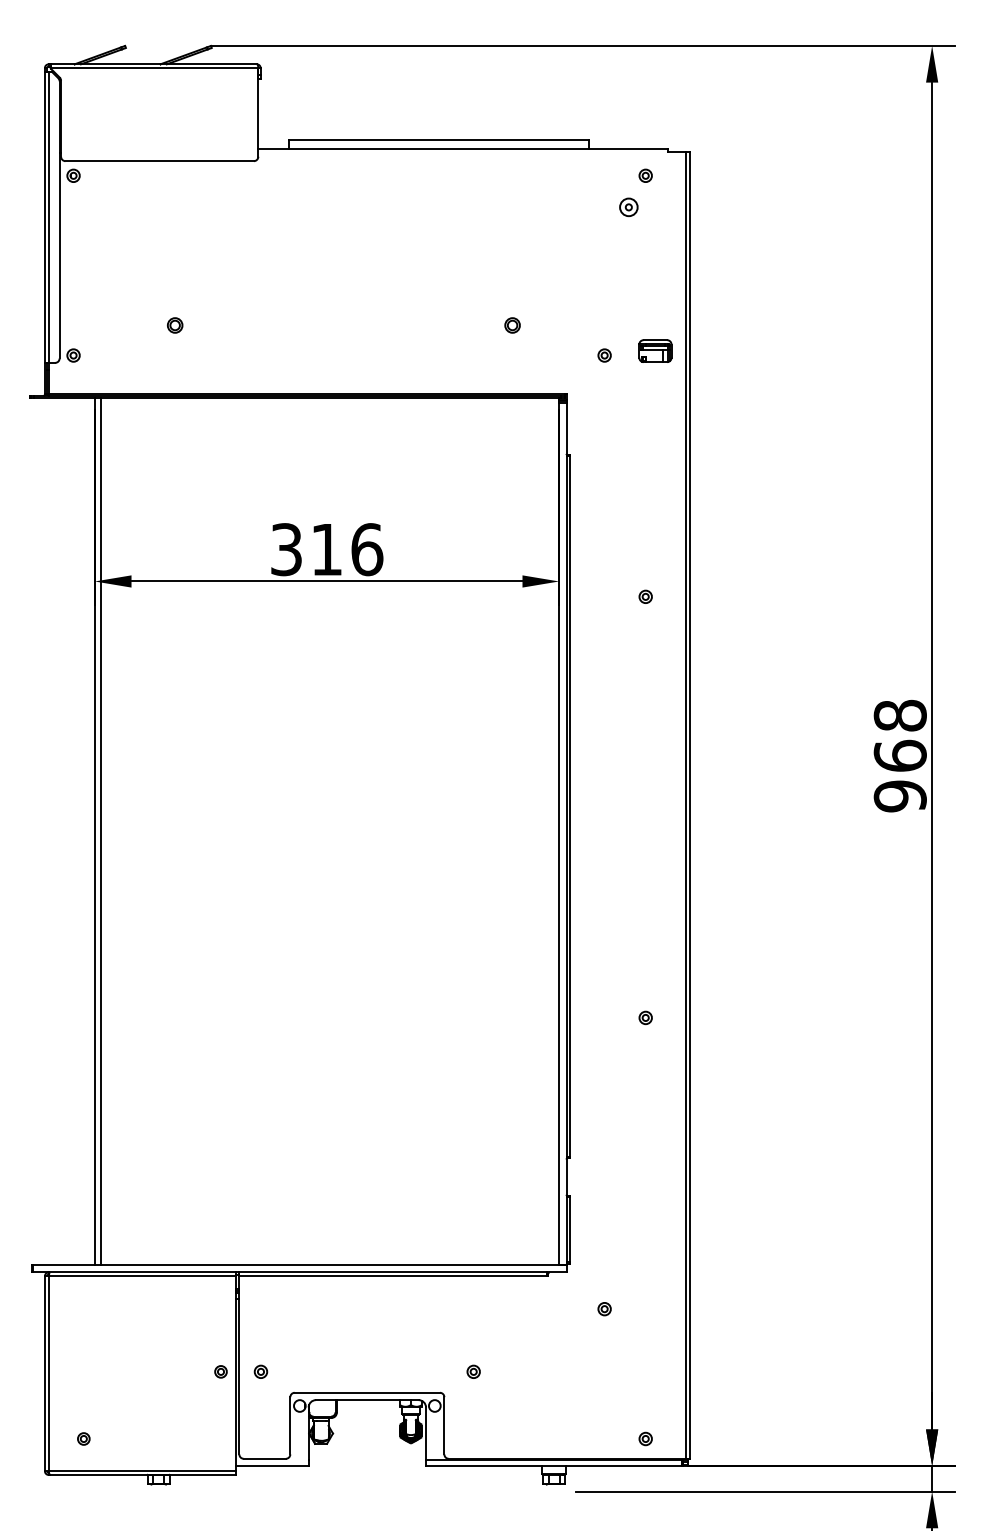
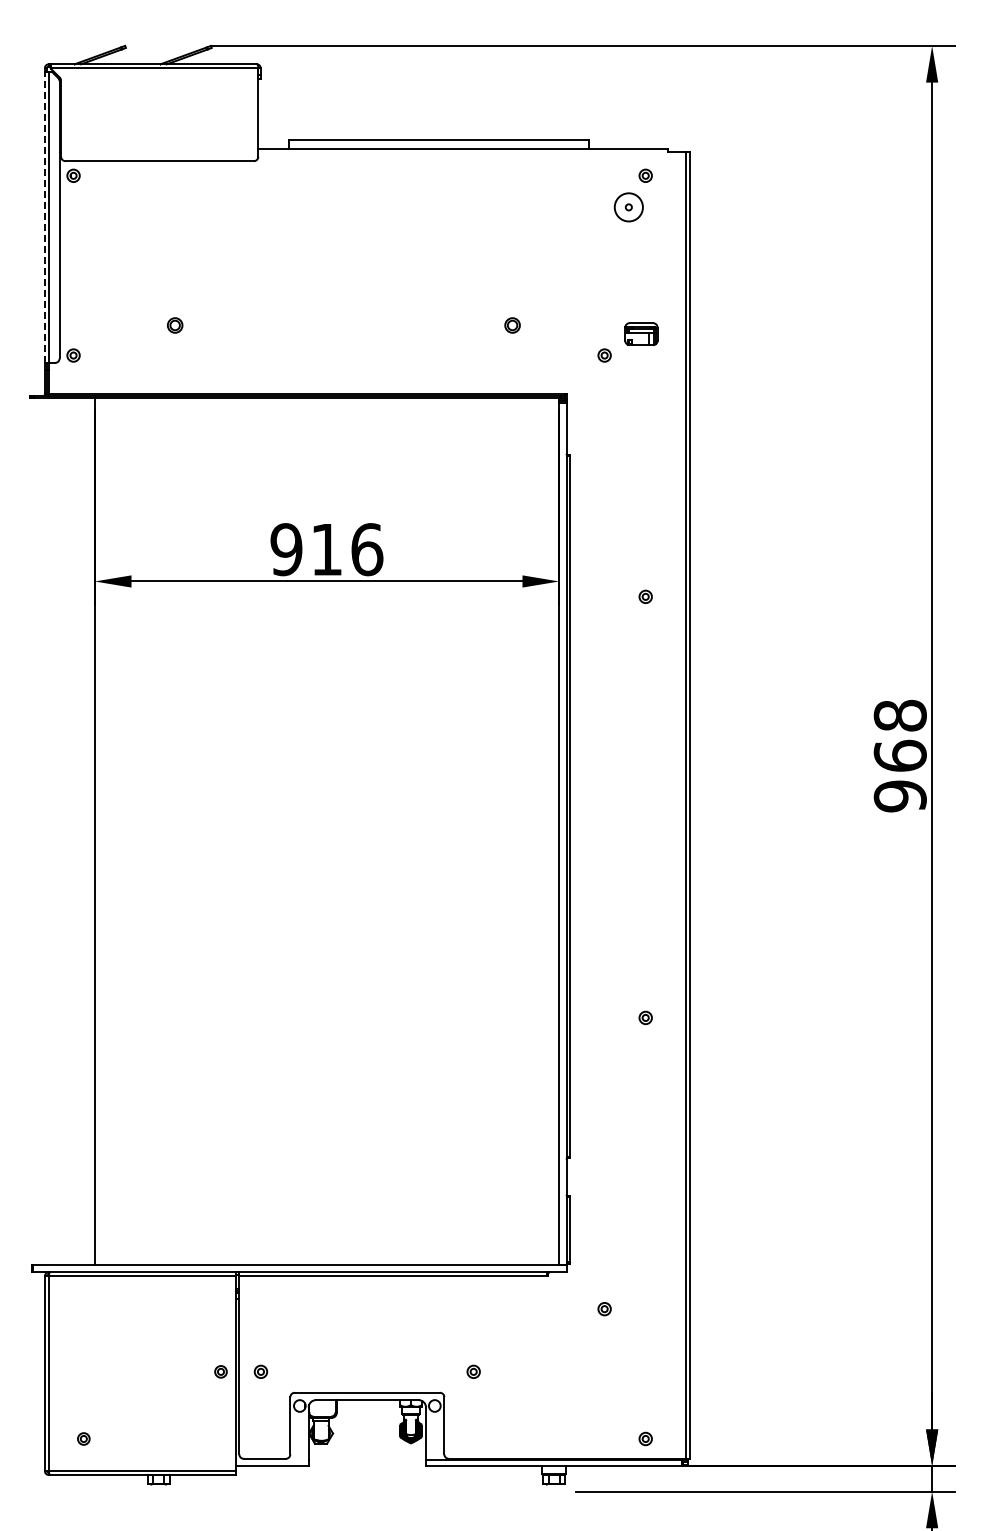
circle at (628, 207) diameter: 18 px -> 28 px
line at (44, 217): solid -> dashed
part at (655, 350) position: (655, 350) -> (641, 333)
text at (286, 549): 316 -> 916
line at (100, 831): present -> none
